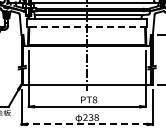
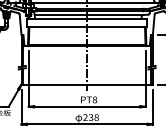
line at (86, 27): dashed -> solid
line at (87, 124): dashed -> solid
